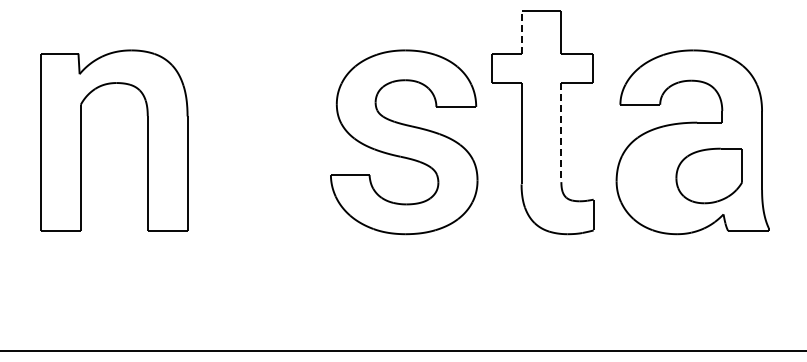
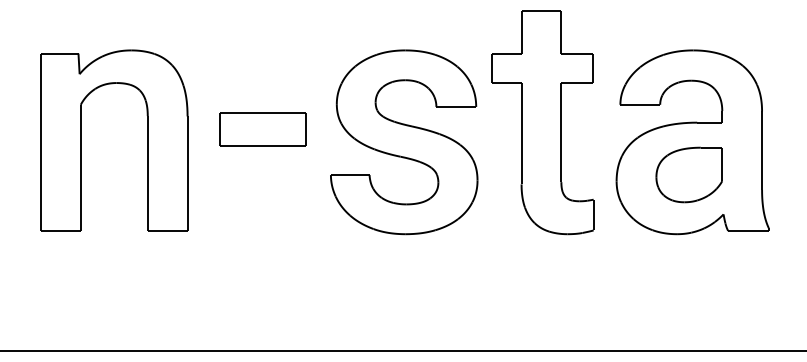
line at (521, 32): dashed -> solid
part at (262, 129): none -> present
line at (561, 133): dashed -> solid
part at (708, 175) position: (708, 175) -> (688, 174)
